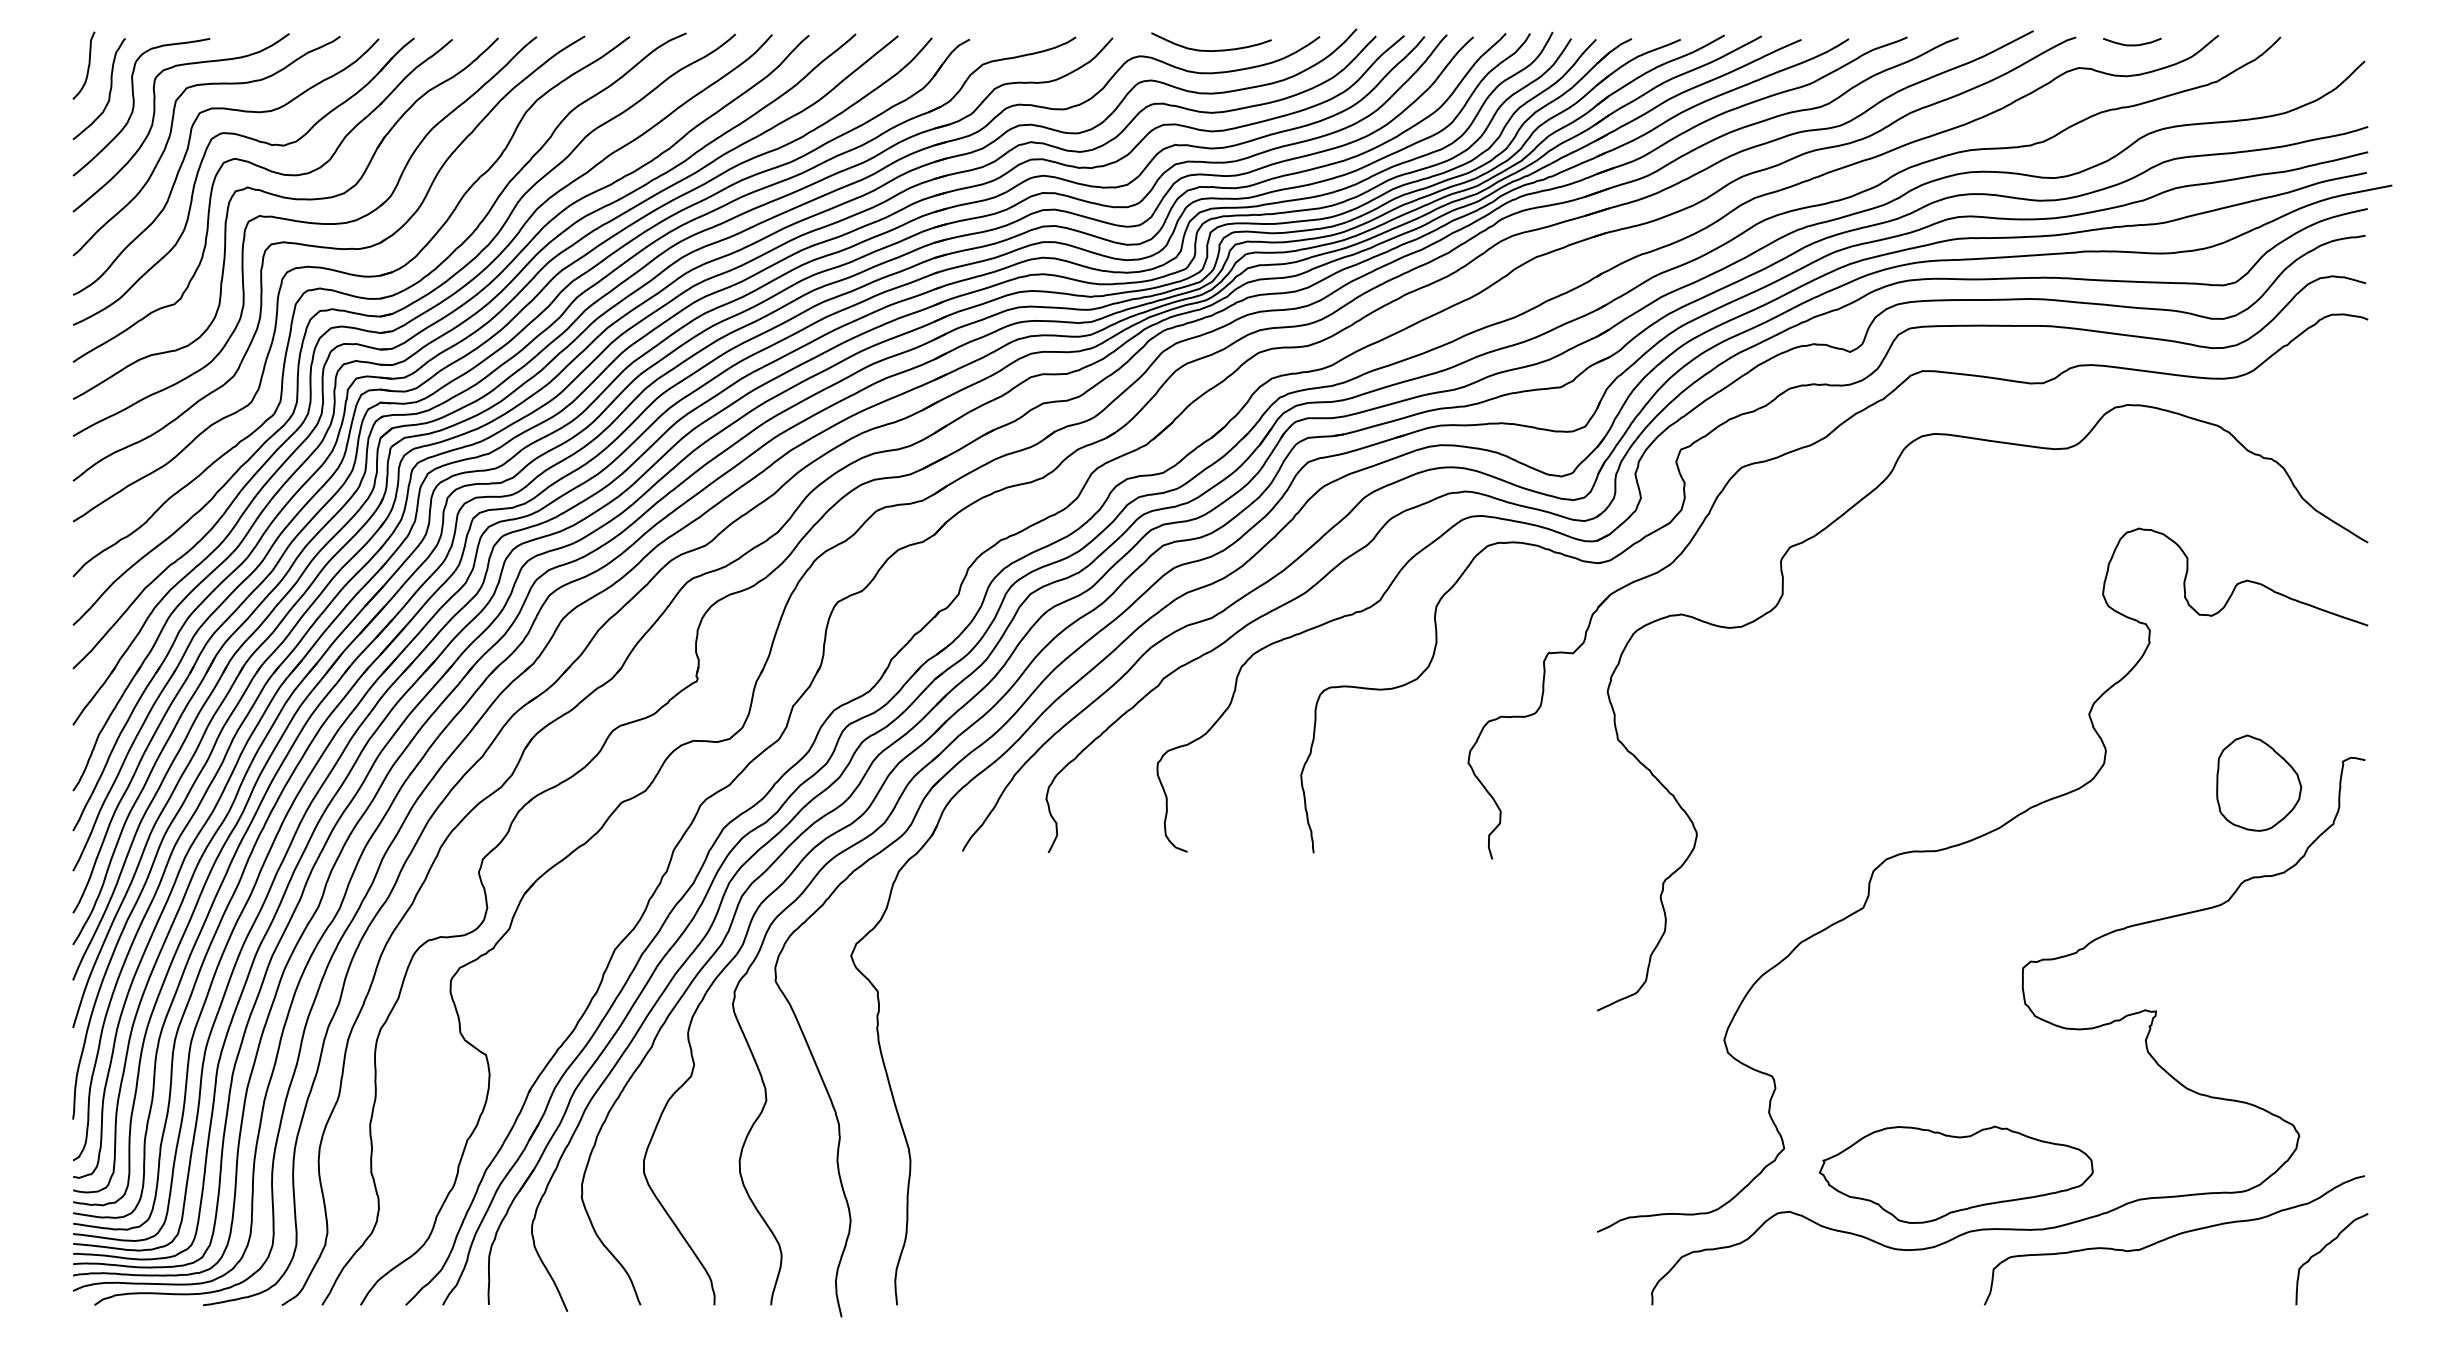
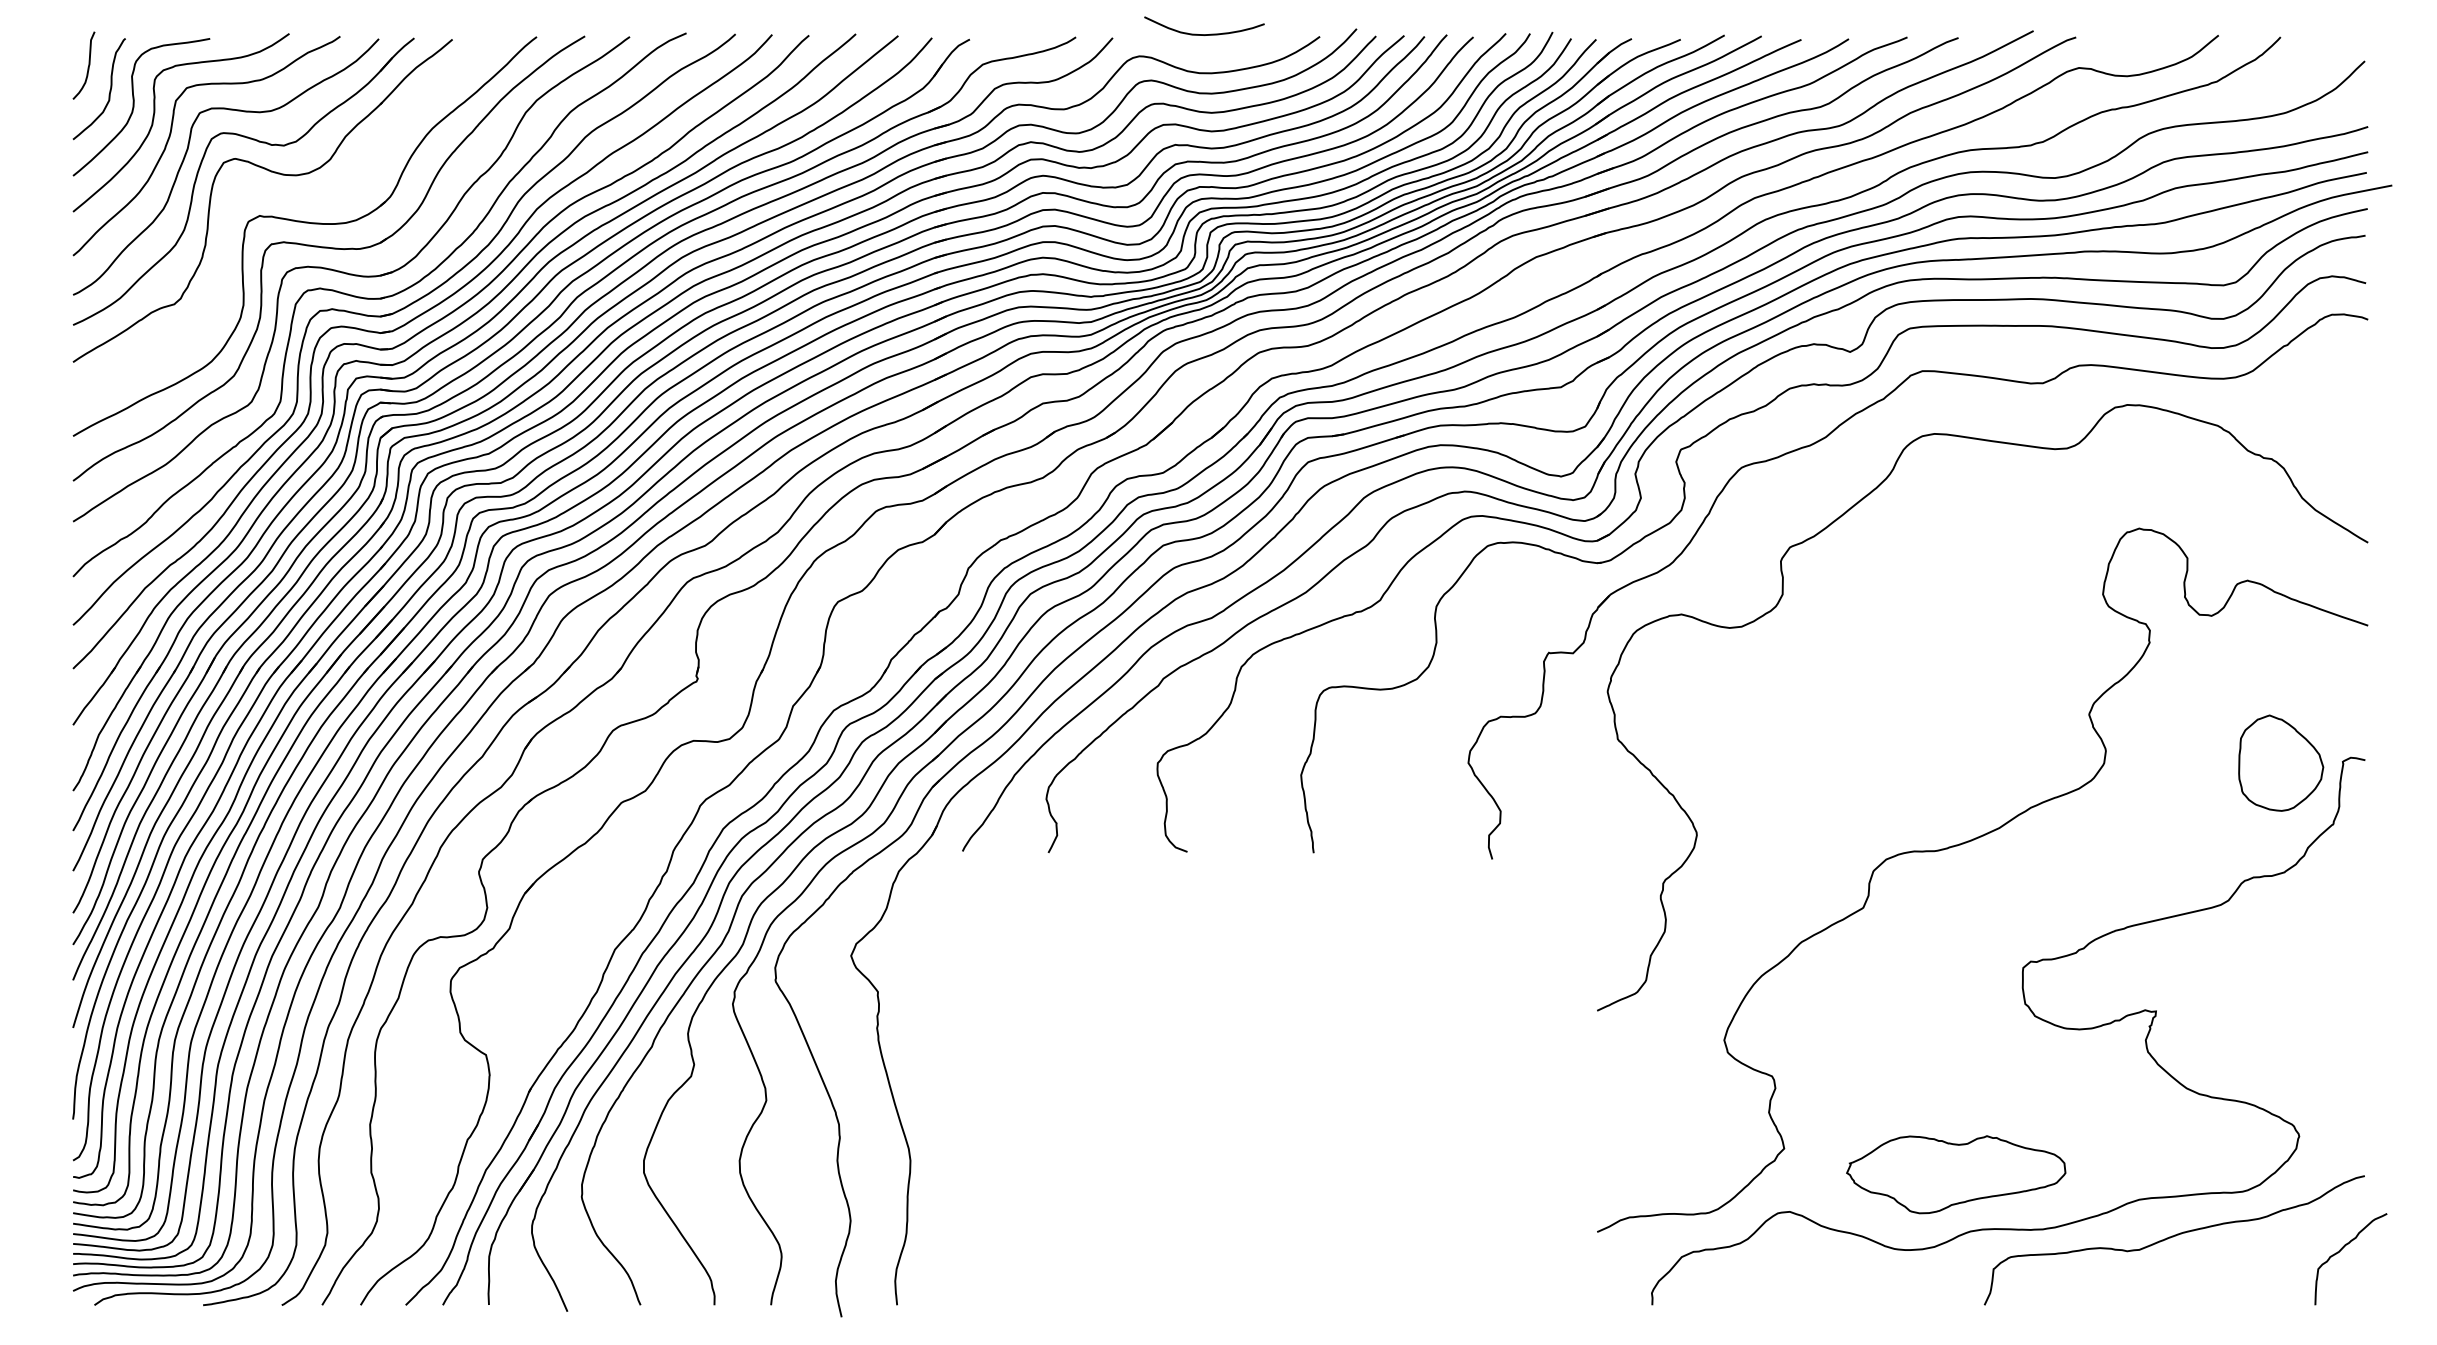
curve at (2132, 44): present -> none
curve at (1211, 50) position: (1211, 50) -> (1204, 34)
part at (288, 199): present -> none
part at (2259, 782) position: (2259, 782) -> (2281, 762)
part at (1955, 1174) size: 276x99 px -> 221x80 px
curve at (2322, 1250) position: (2322, 1250) -> (2341, 1250)
